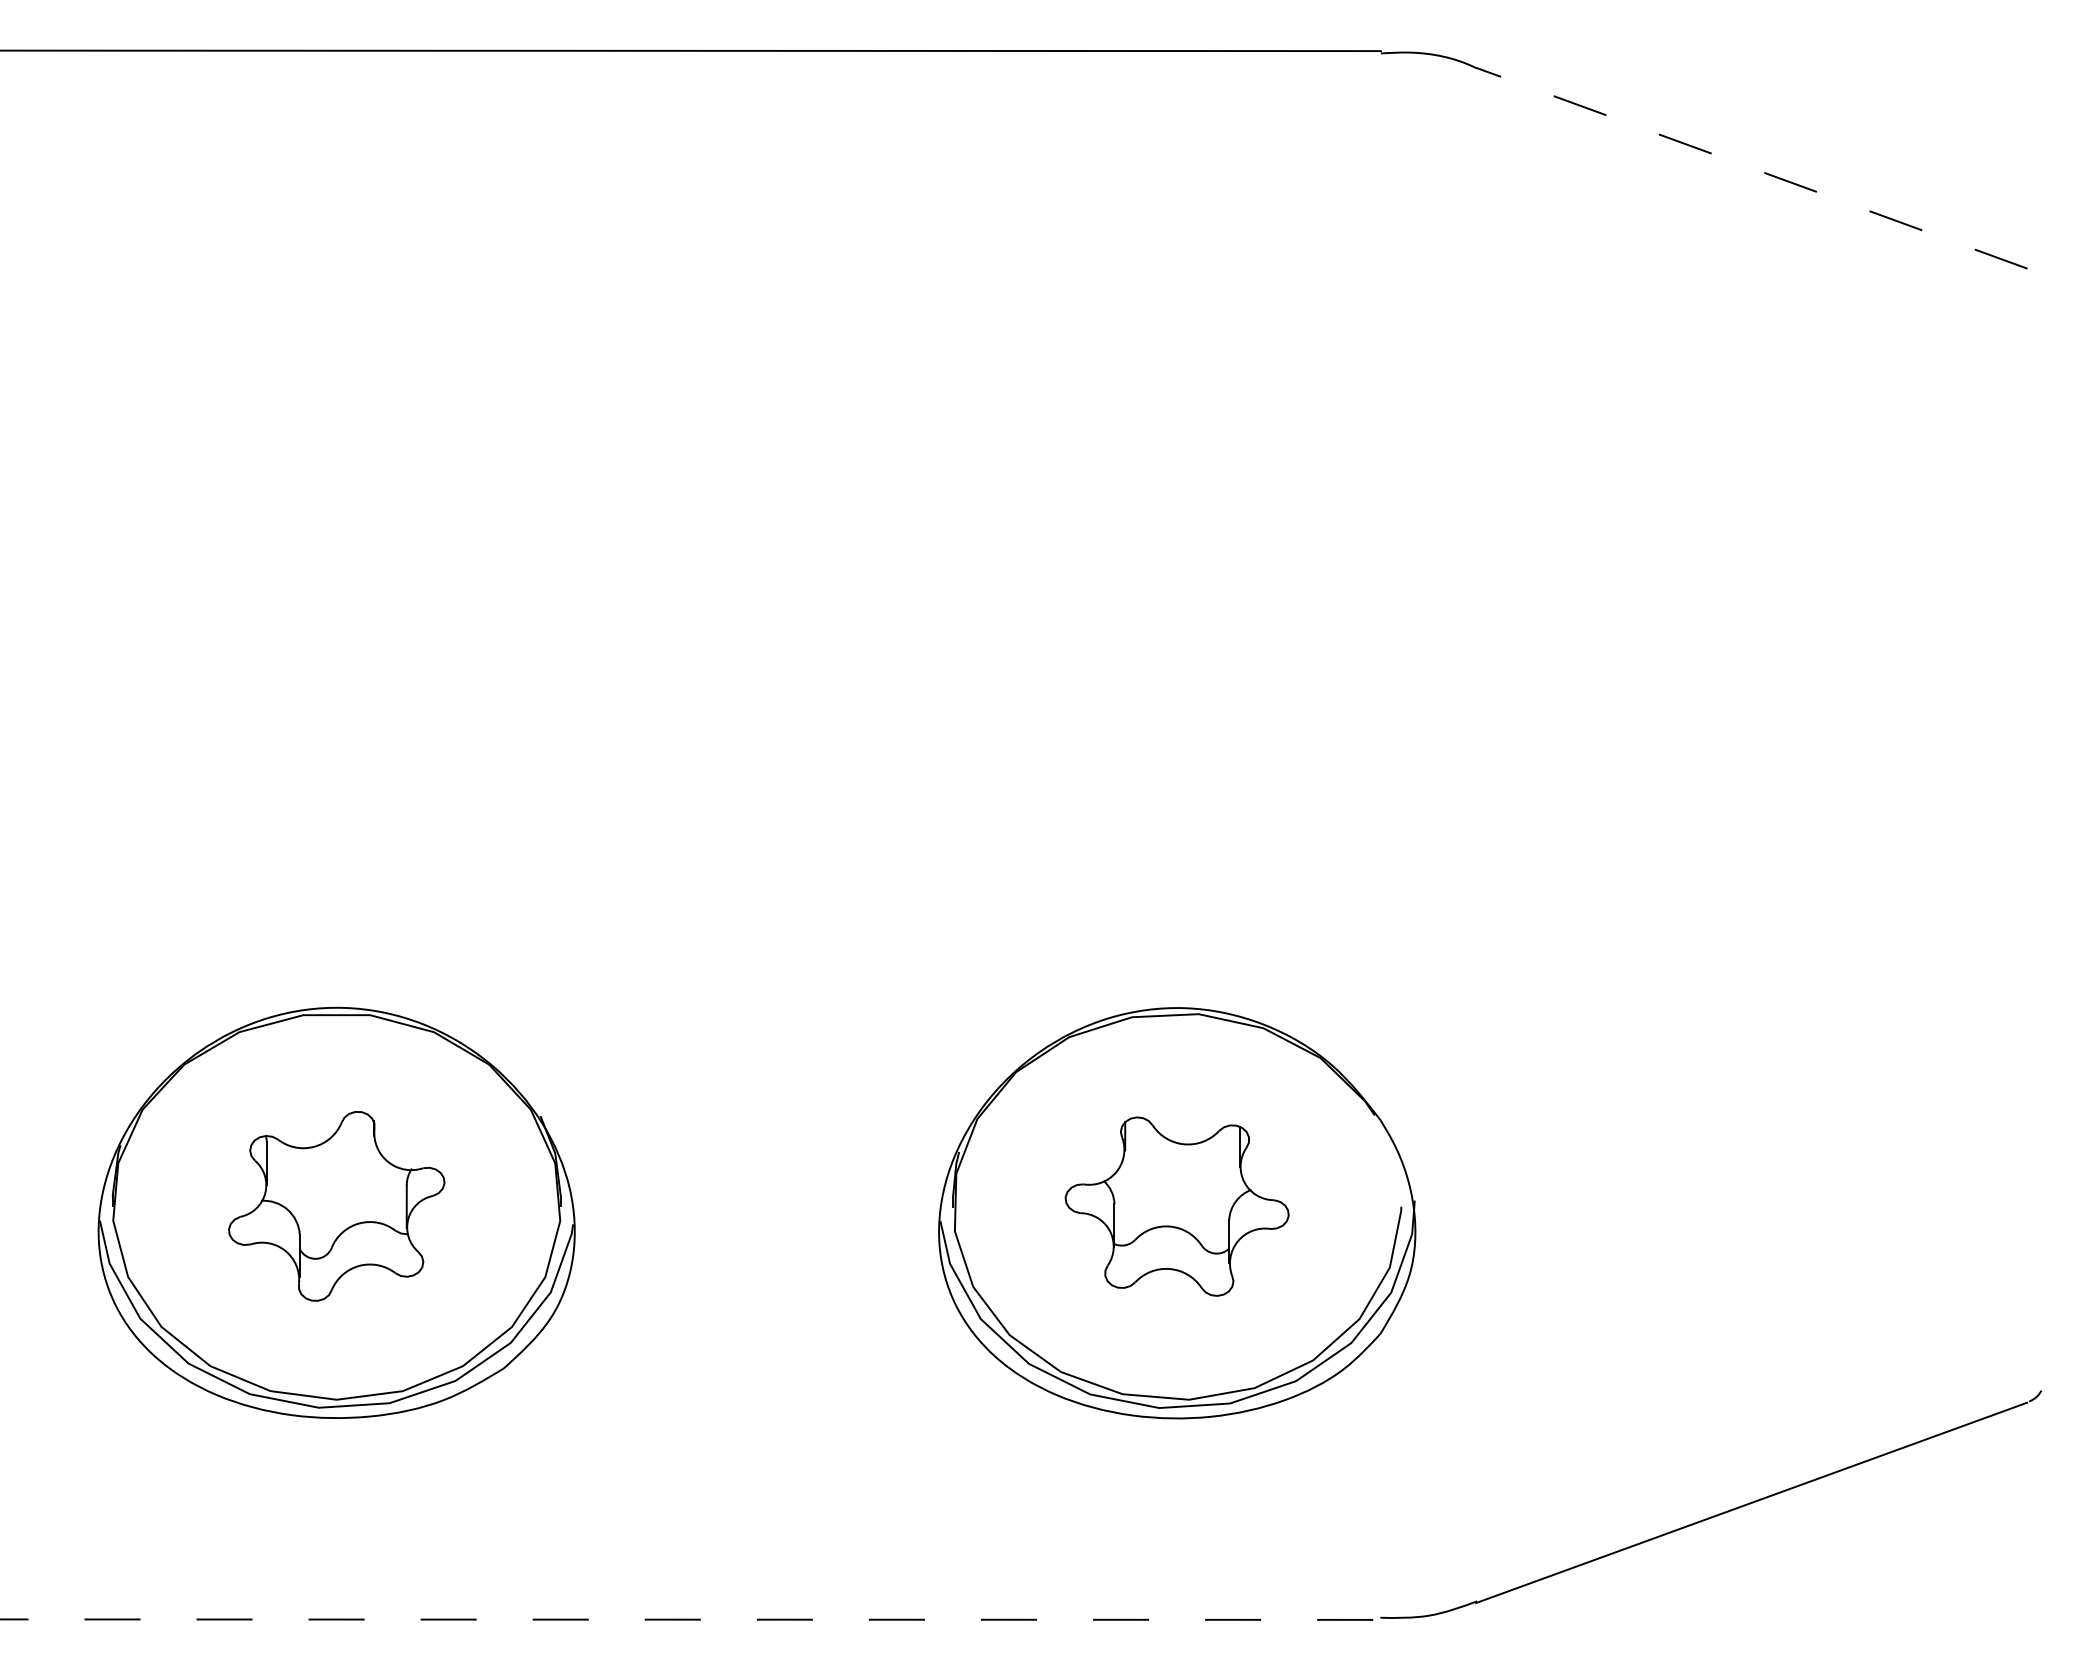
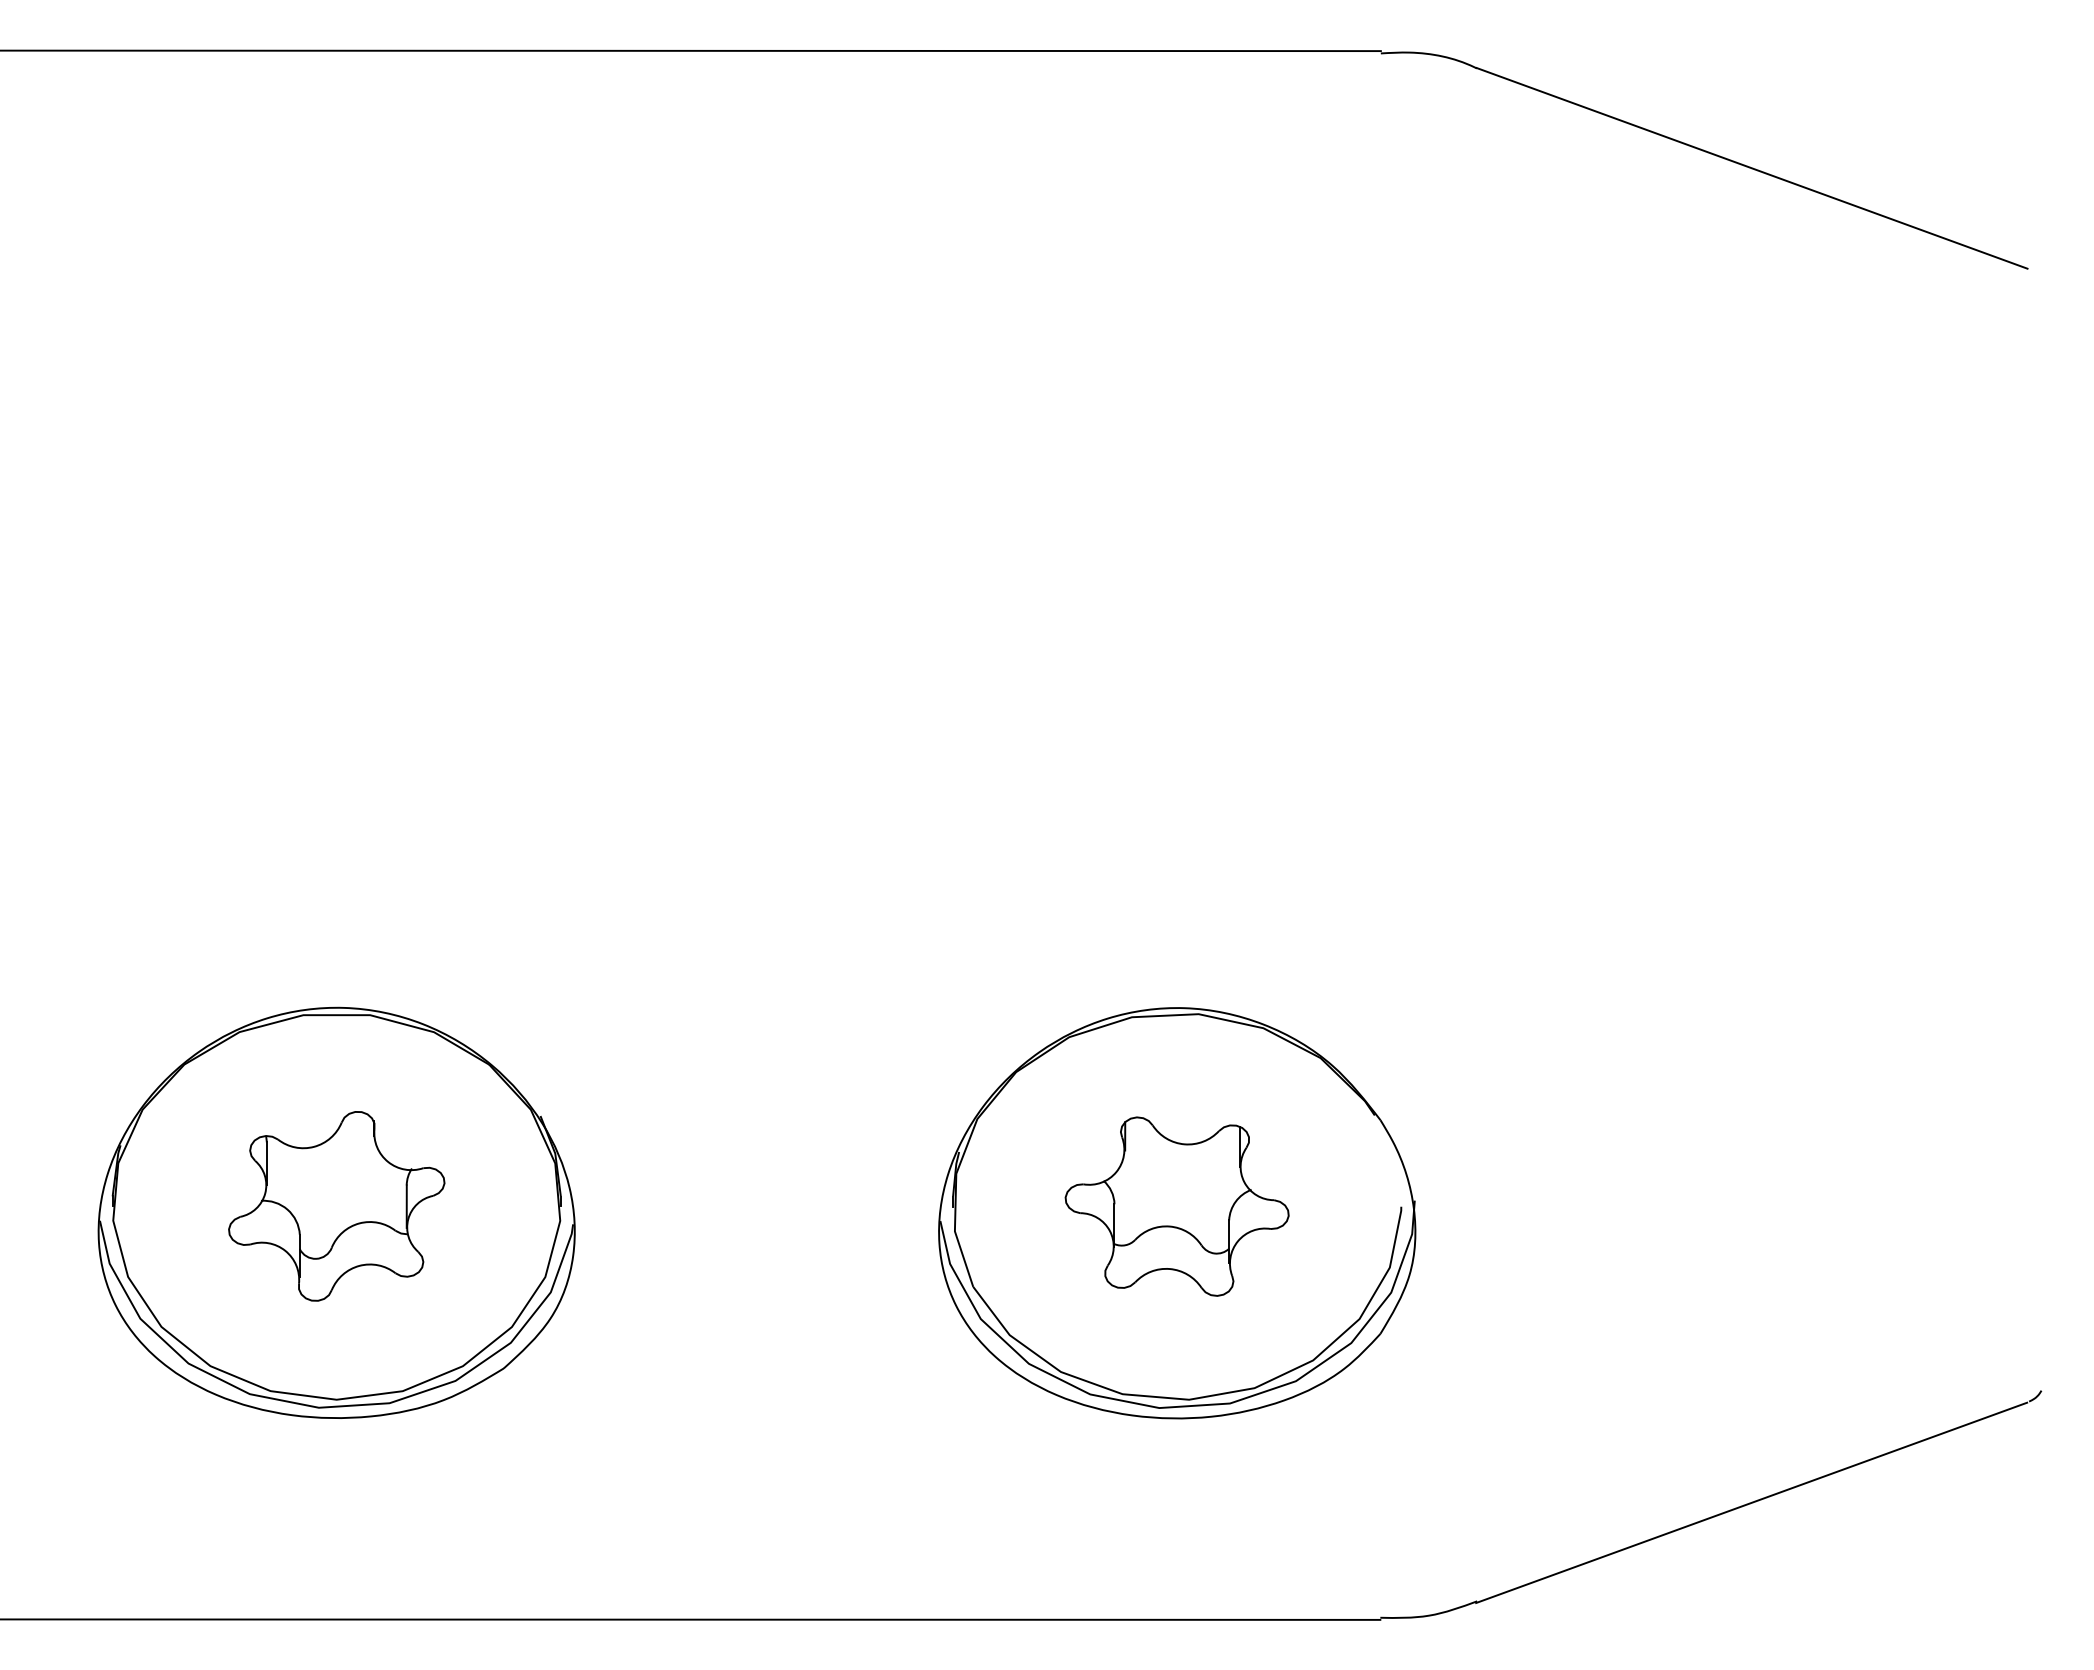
line at (1751, 168): dashed -> solid
line at (690, 1619): dashed -> solid
